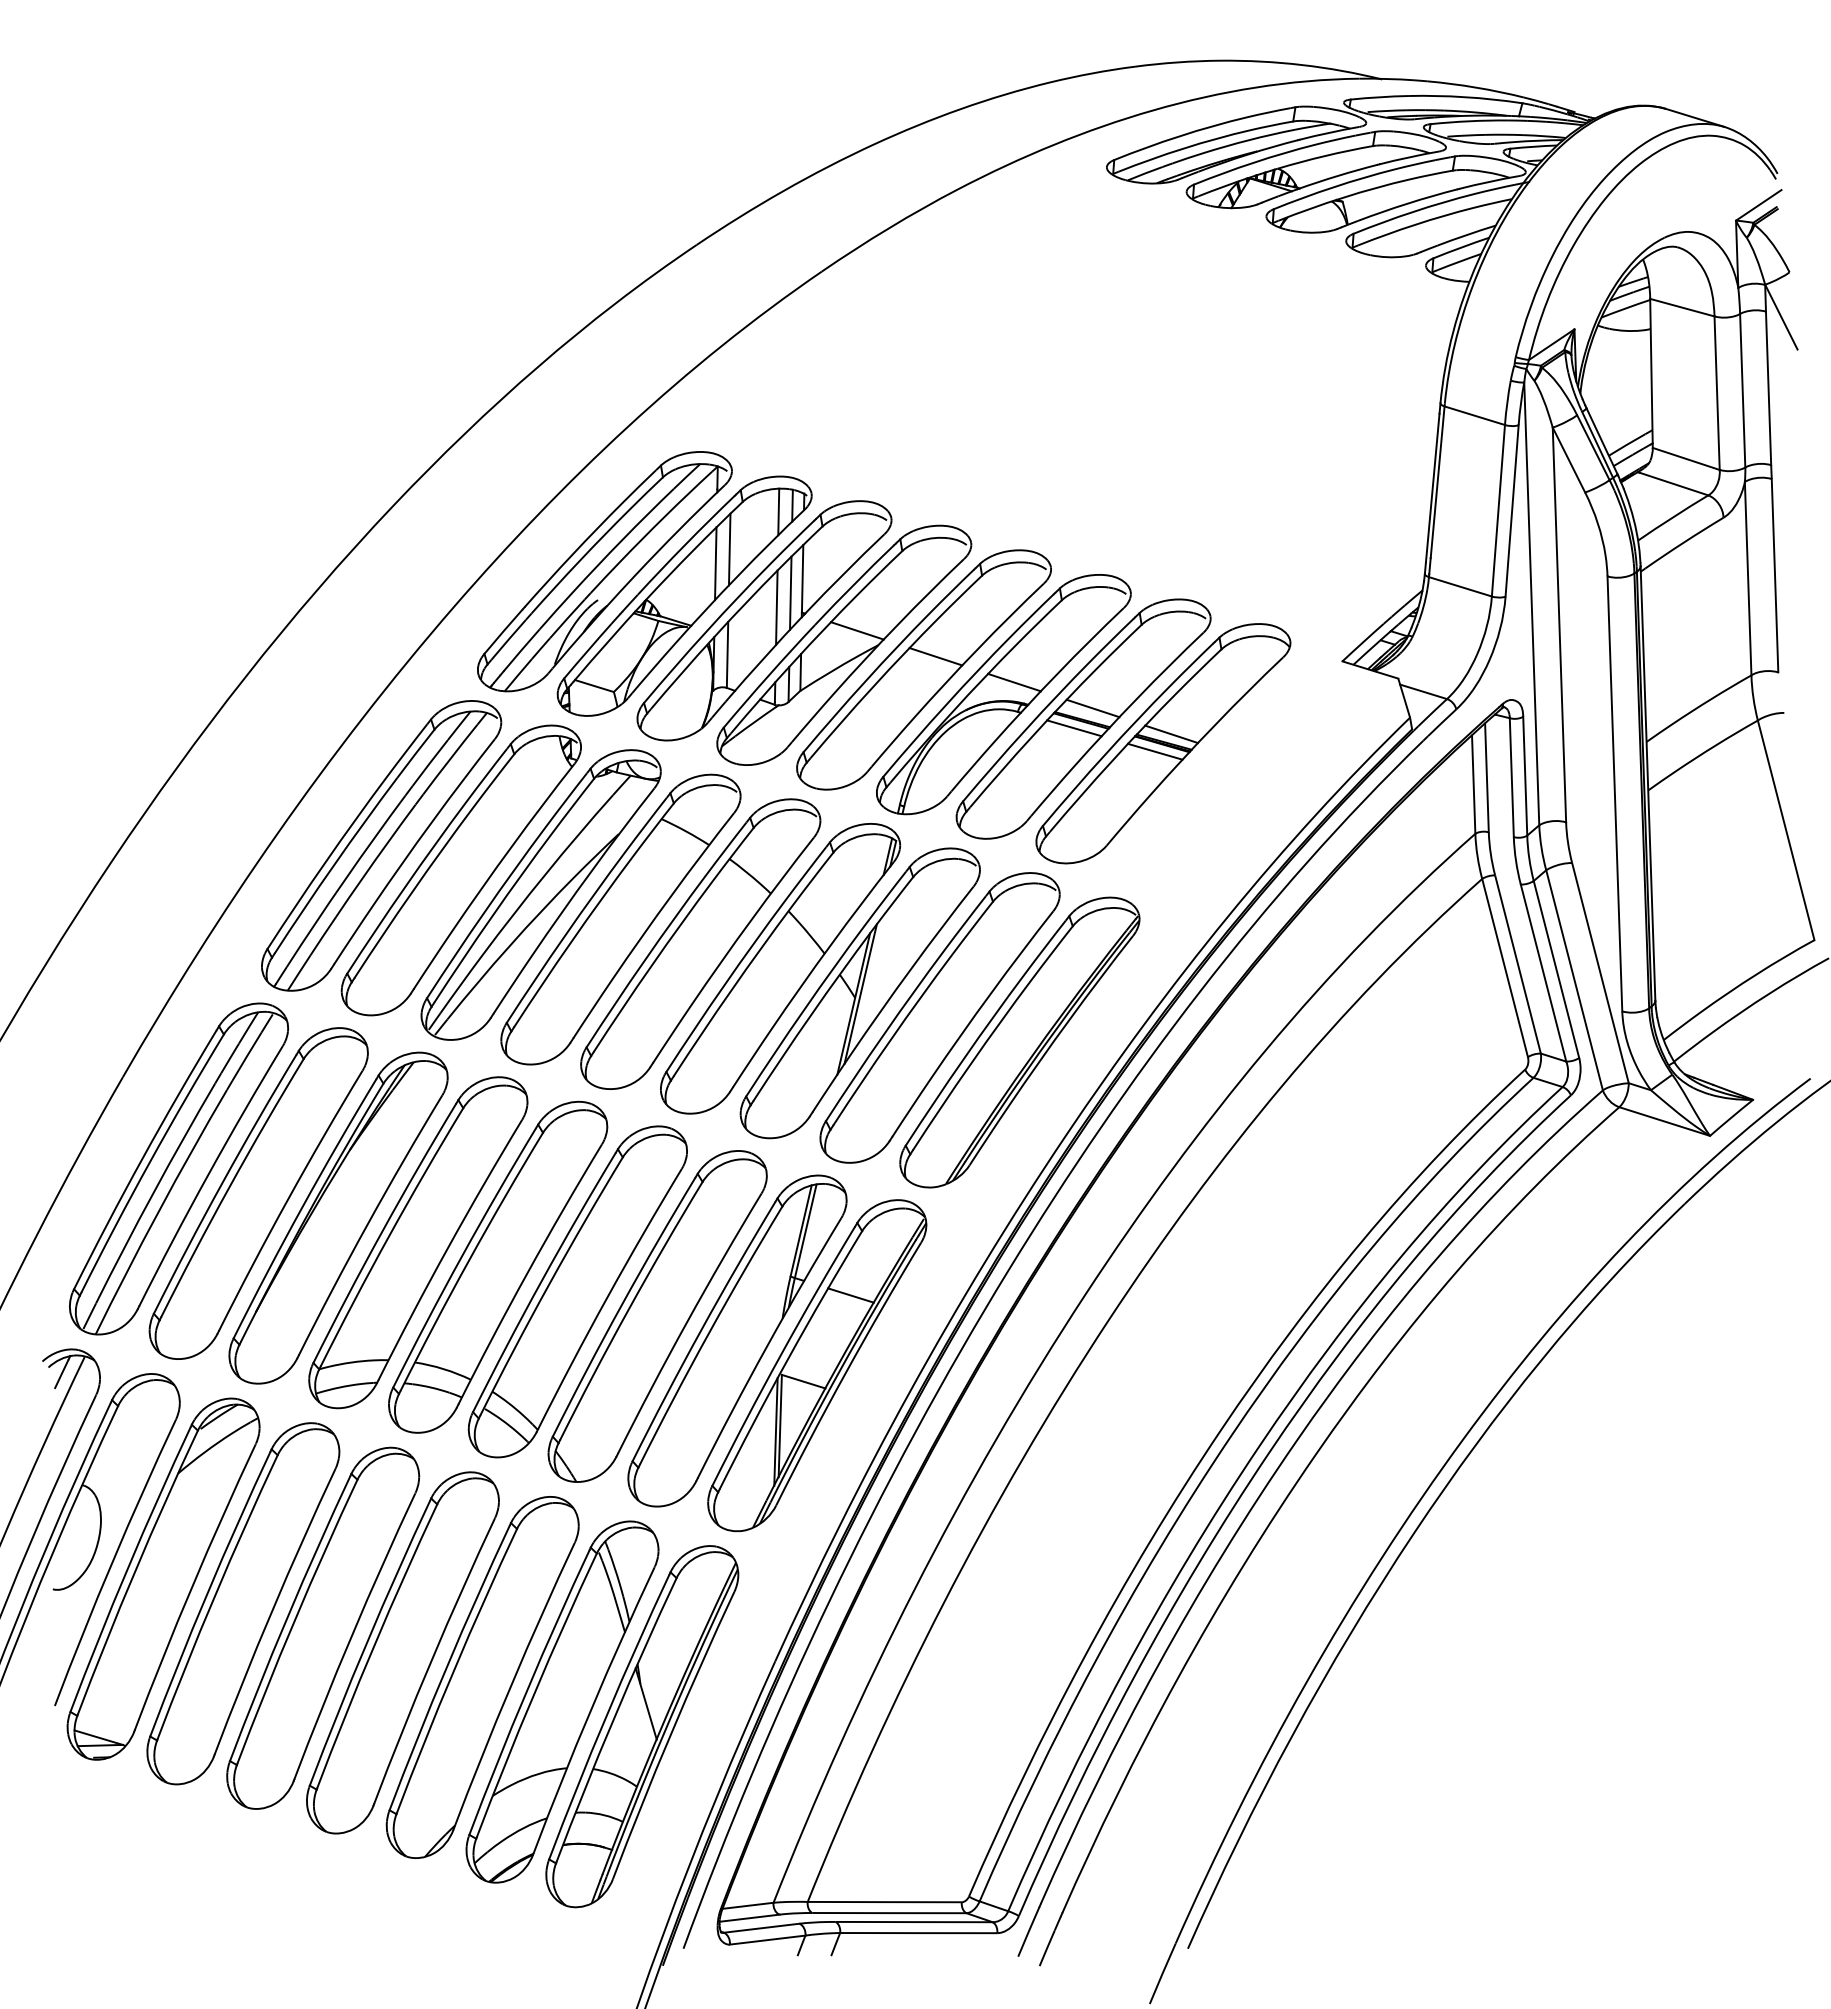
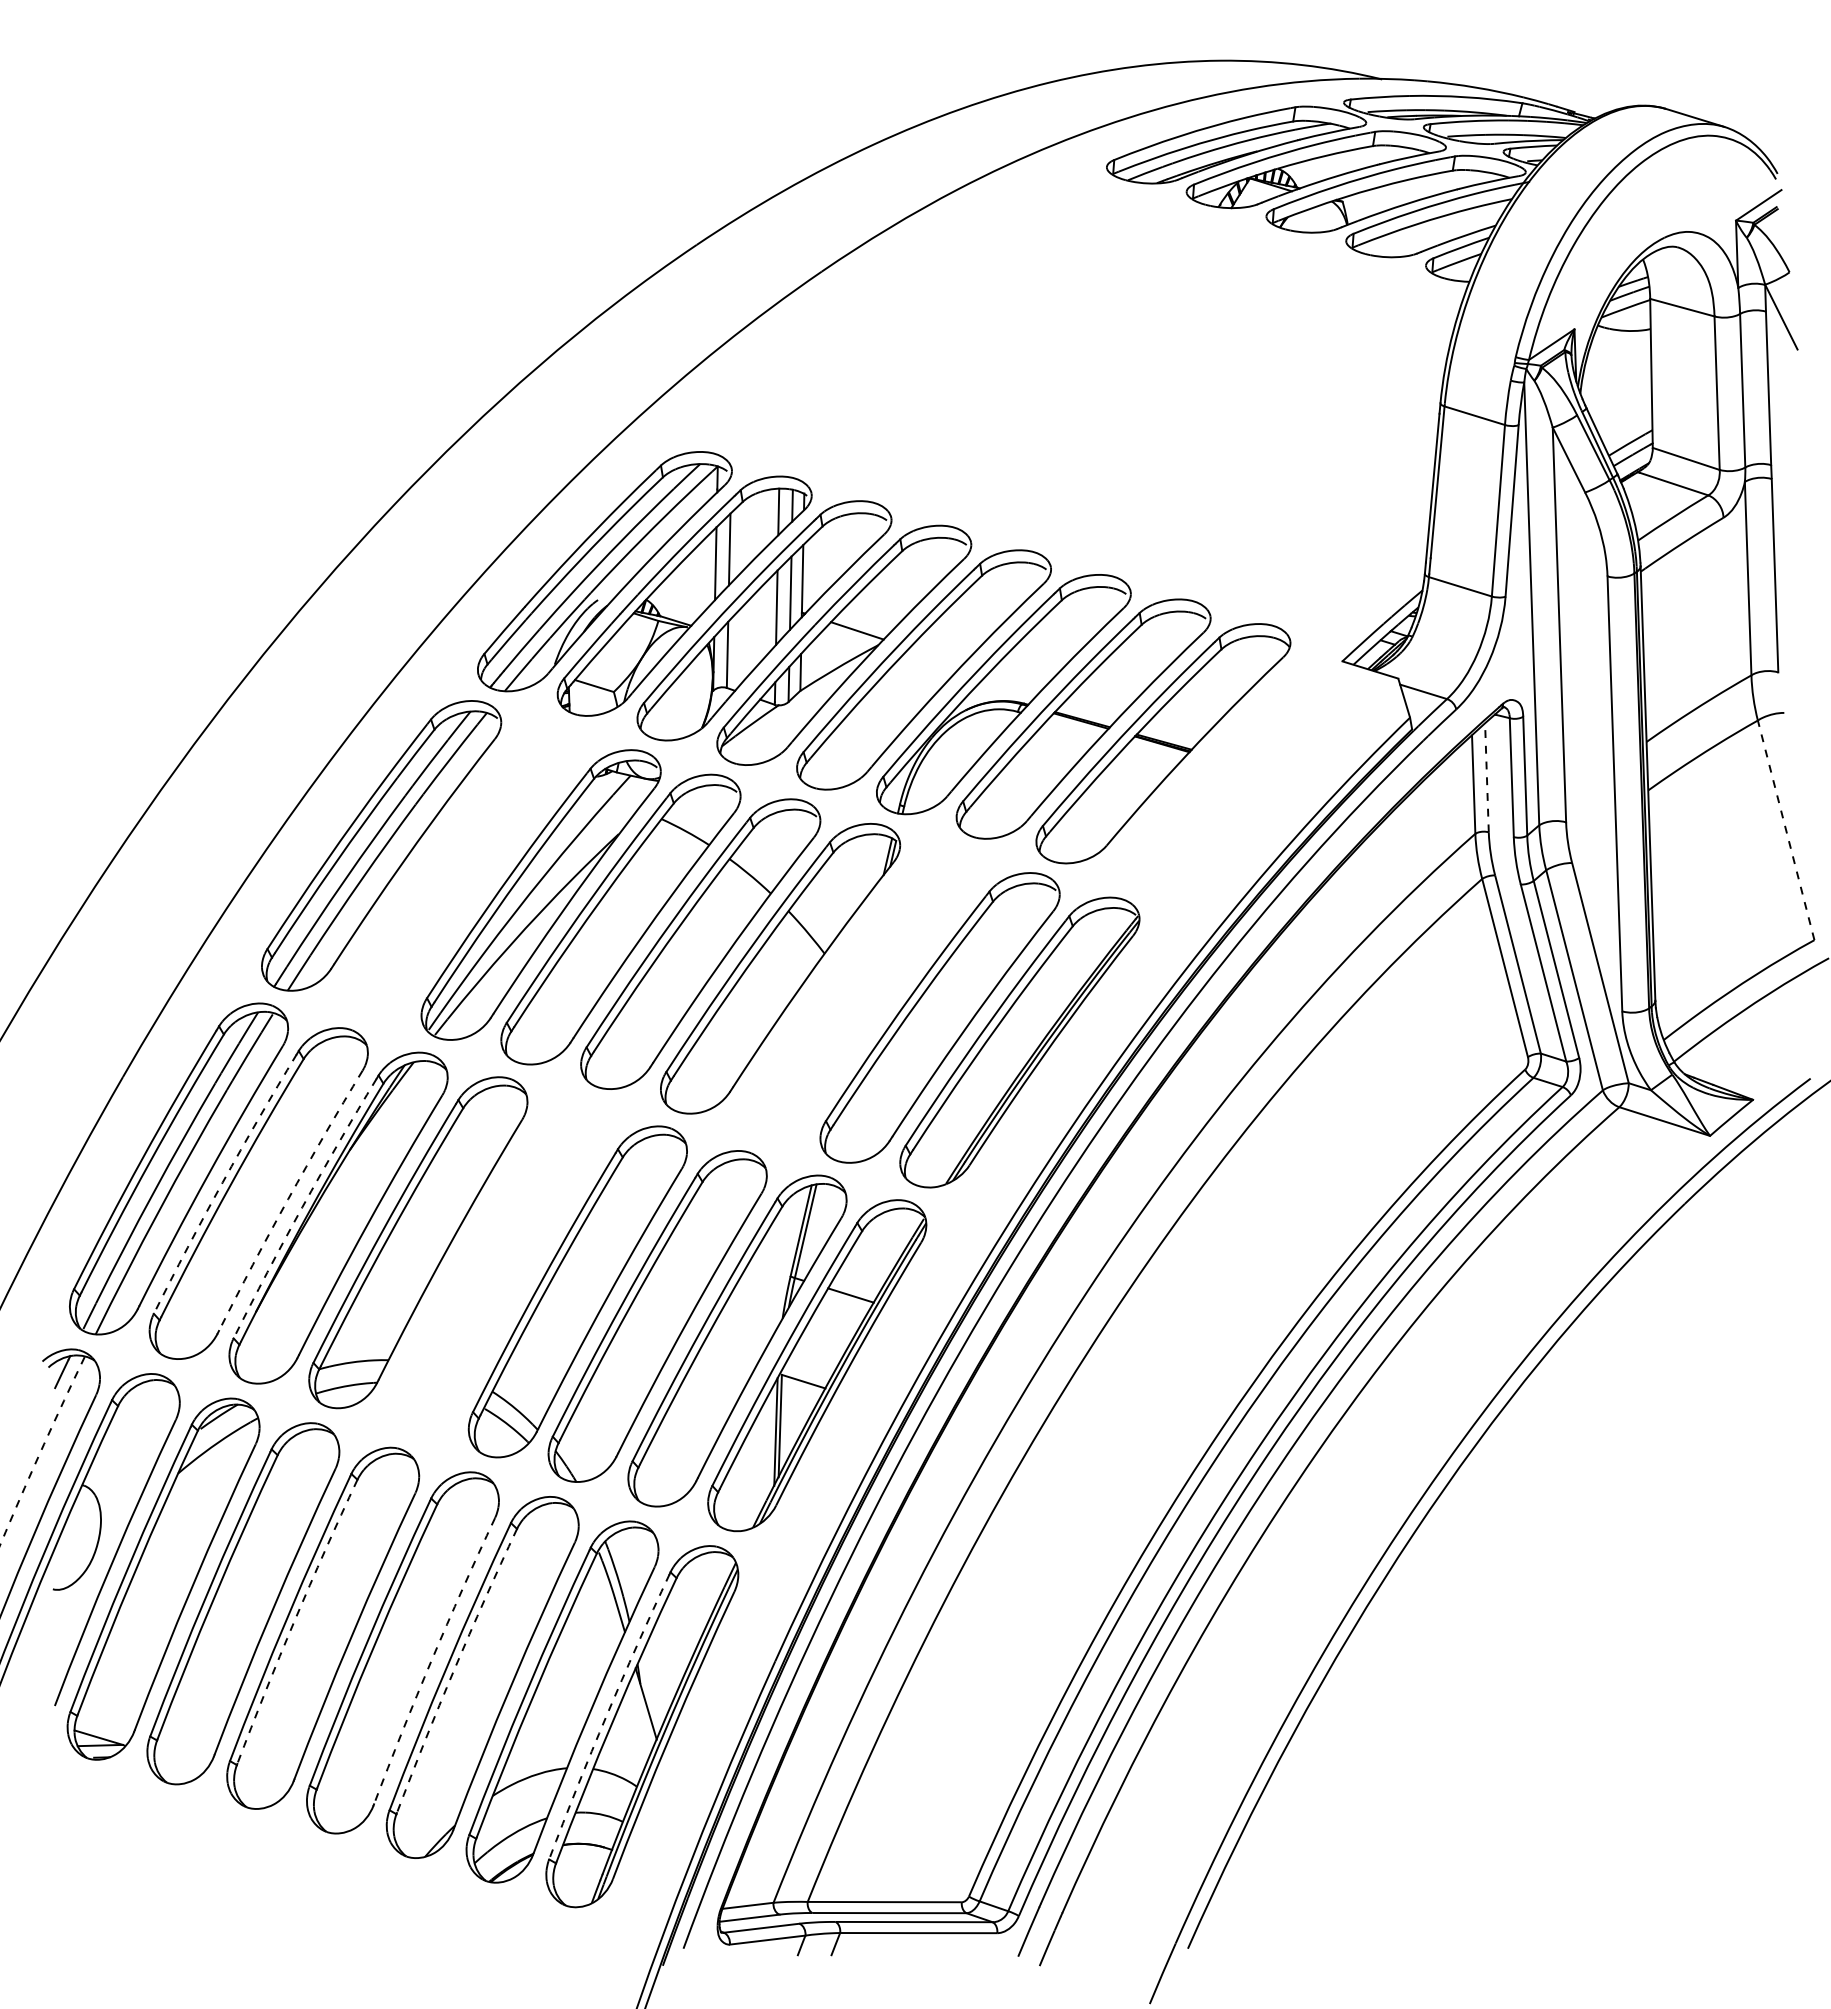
line at (935, 656): present -> none
line at (1014, 682): present -> none
line at (1092, 708): present -> none
line at (1074, 728): present -> none
line at (1171, 734): present -> none
line at (1155, 751): present -> none
line at (1486, 777): solid -> dashed
line at (1786, 829): solid -> dashed
part at (460, 870): present -> none
part at (859, 993): present -> none
arc at (222, 1182): solid -> dashed
arc at (288, 1199): solid -> dashed
arc at (302, 1207): solid -> dashed
part at (498, 1266): present -> none
arc at (41, 1450): solid -> dashed
arc at (294, 1620): solid -> dashed
arc at (431, 1660): solid -> dashed
arc at (454, 1669): solid -> dashed
arc at (606, 1715): solid -> dashed
